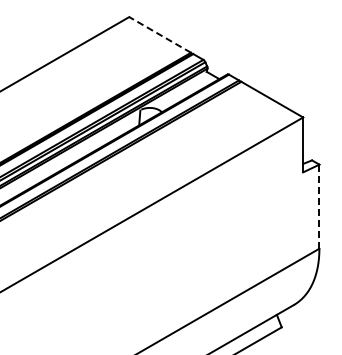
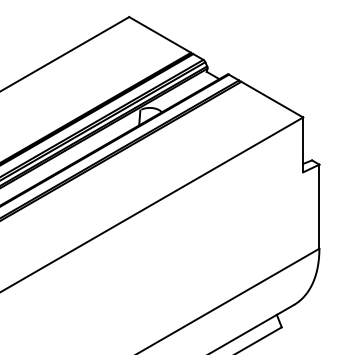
line at (160, 34): dashed -> solid
line at (319, 207): dashed -> solid
